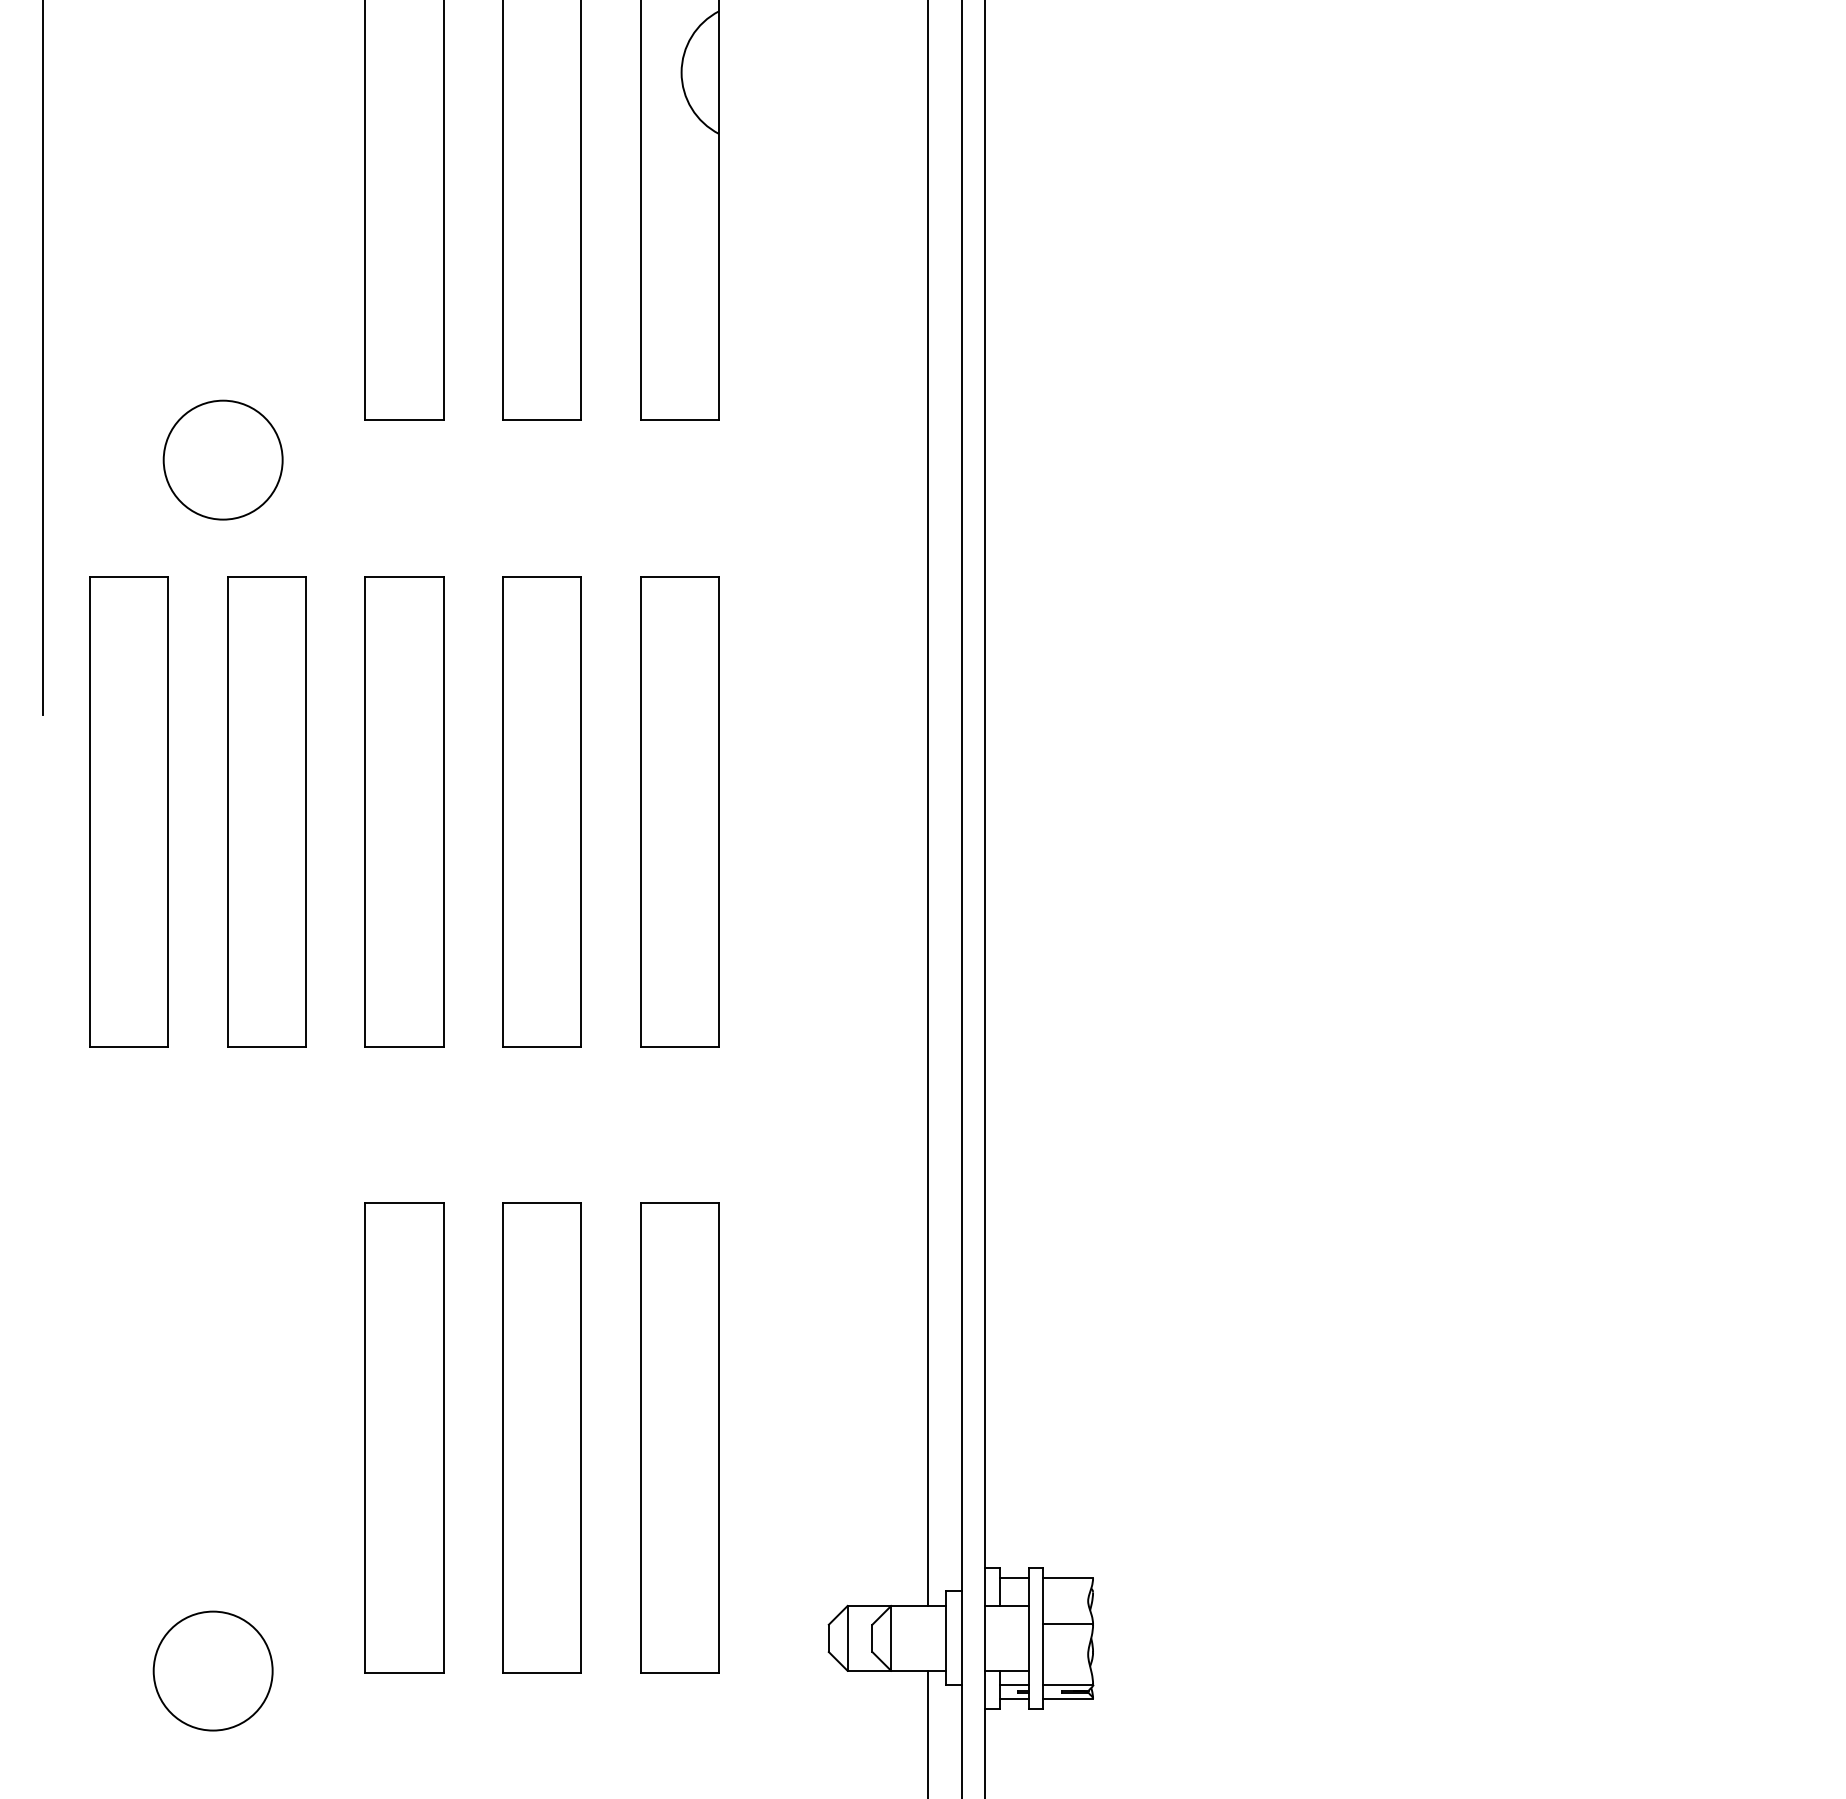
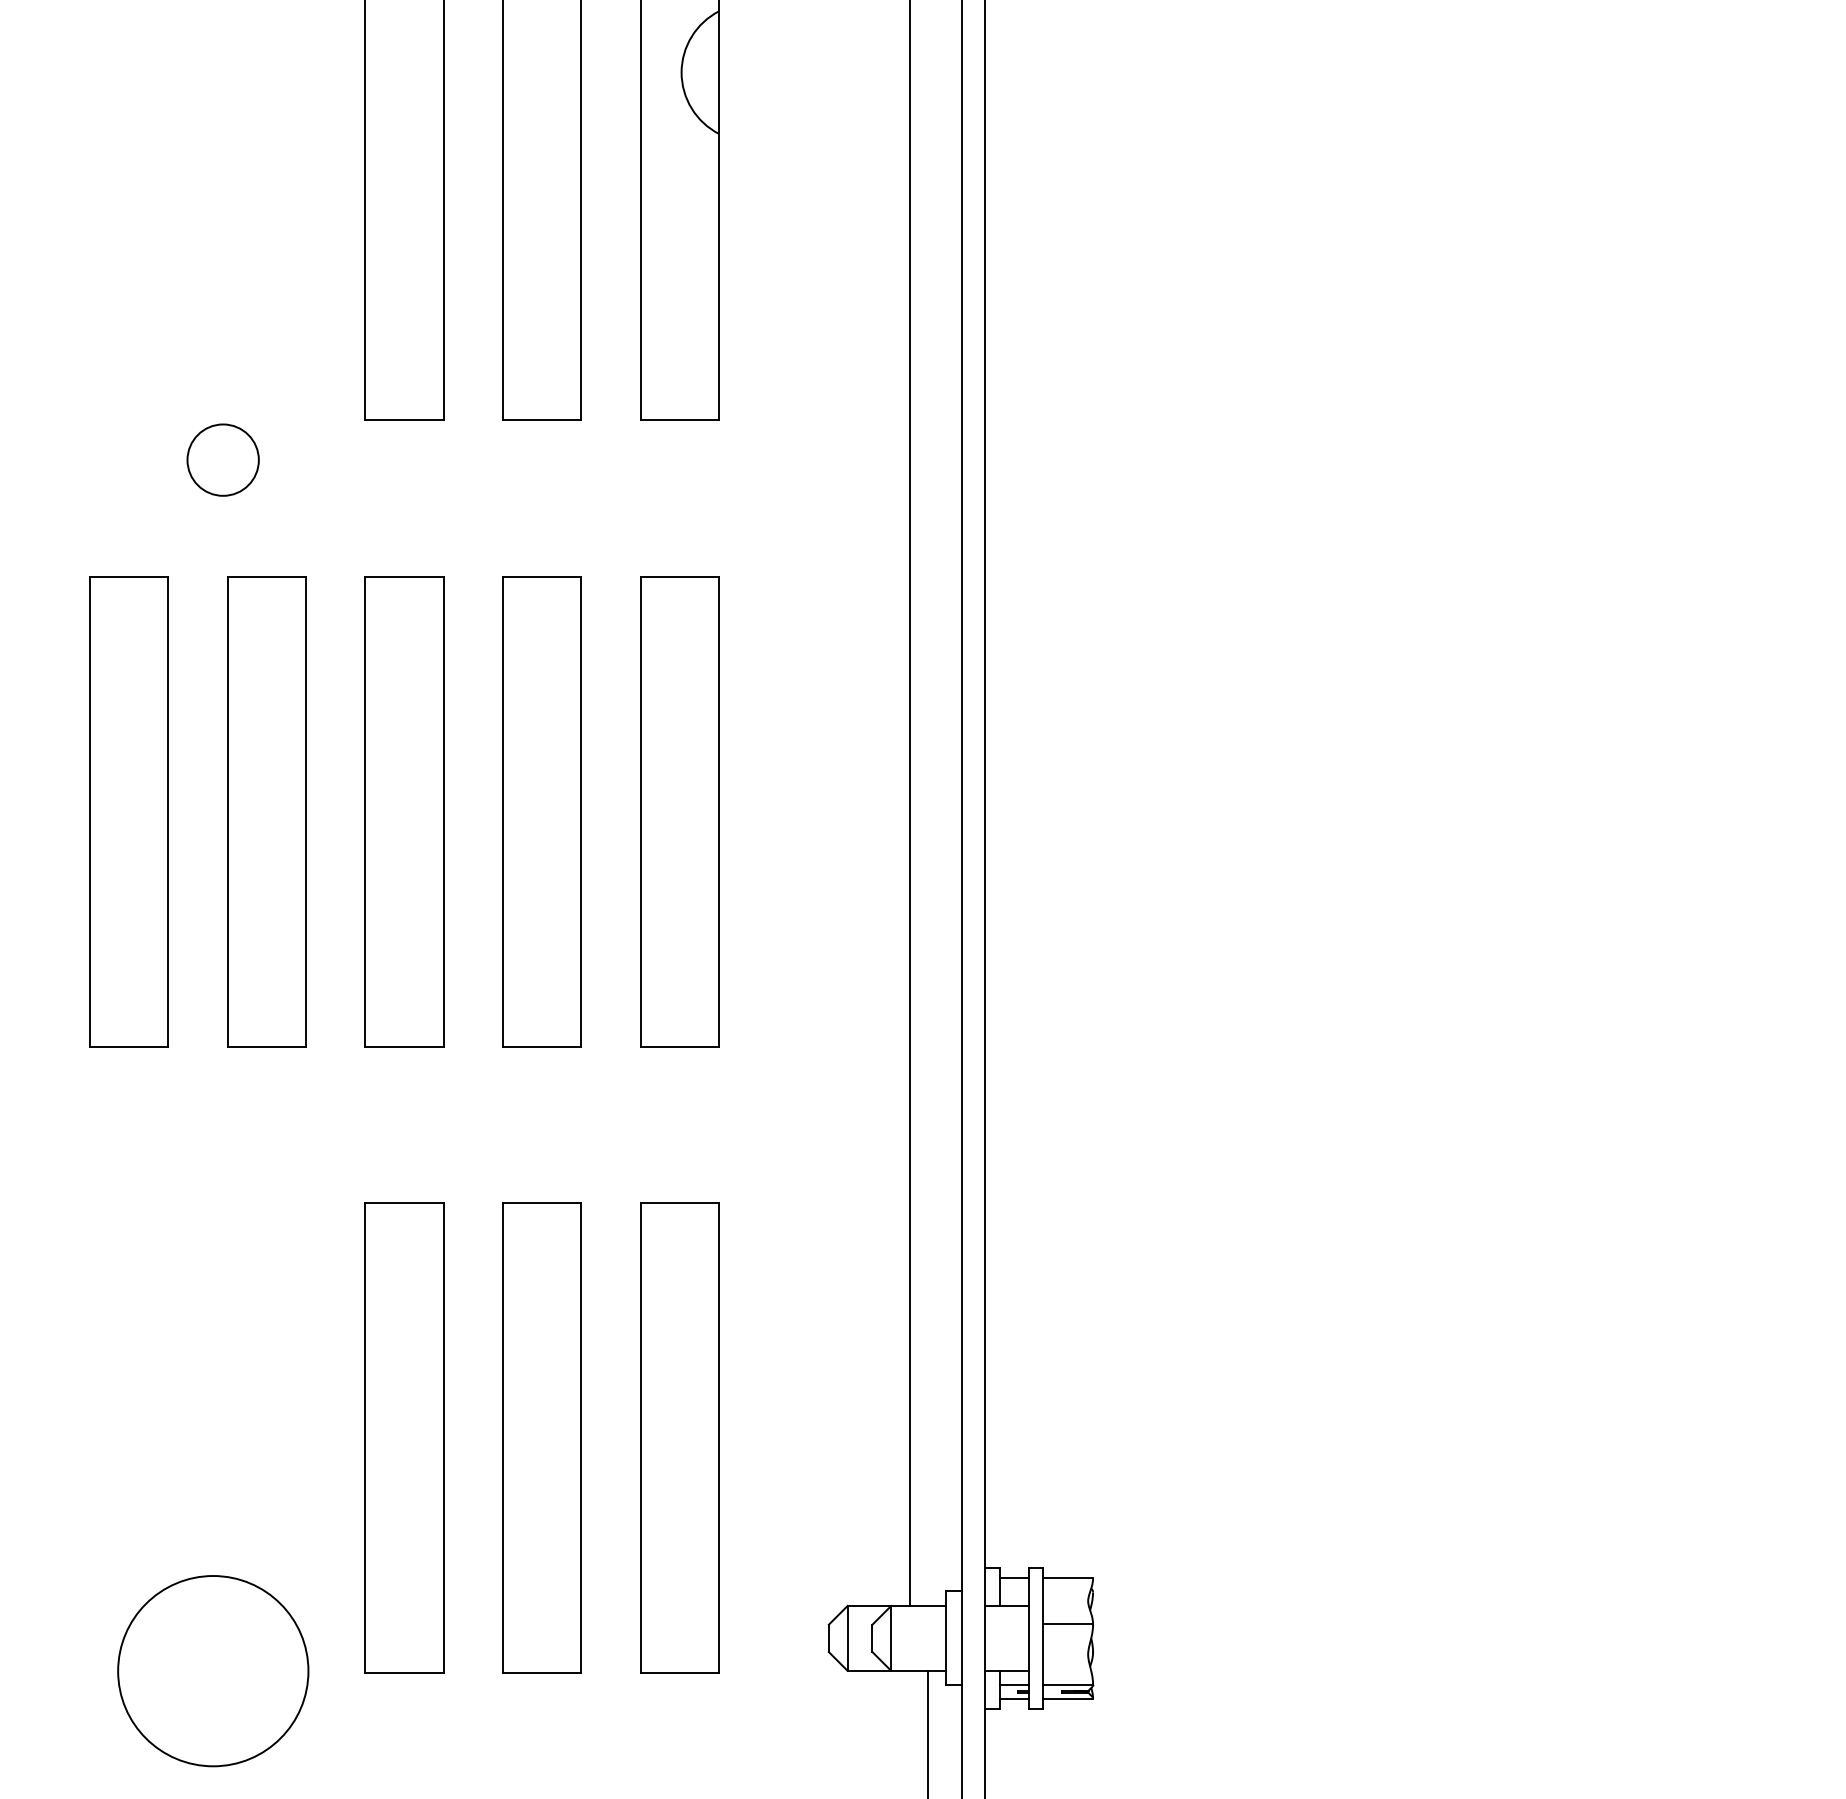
line at (43, 358): present -> none
circle at (222, 459) diameter: 119 px -> 71 px
line at (928, 803) position: (928, 803) -> (910, 803)
circle at (212, 1670) size: 122x122 px -> 193x193 px
